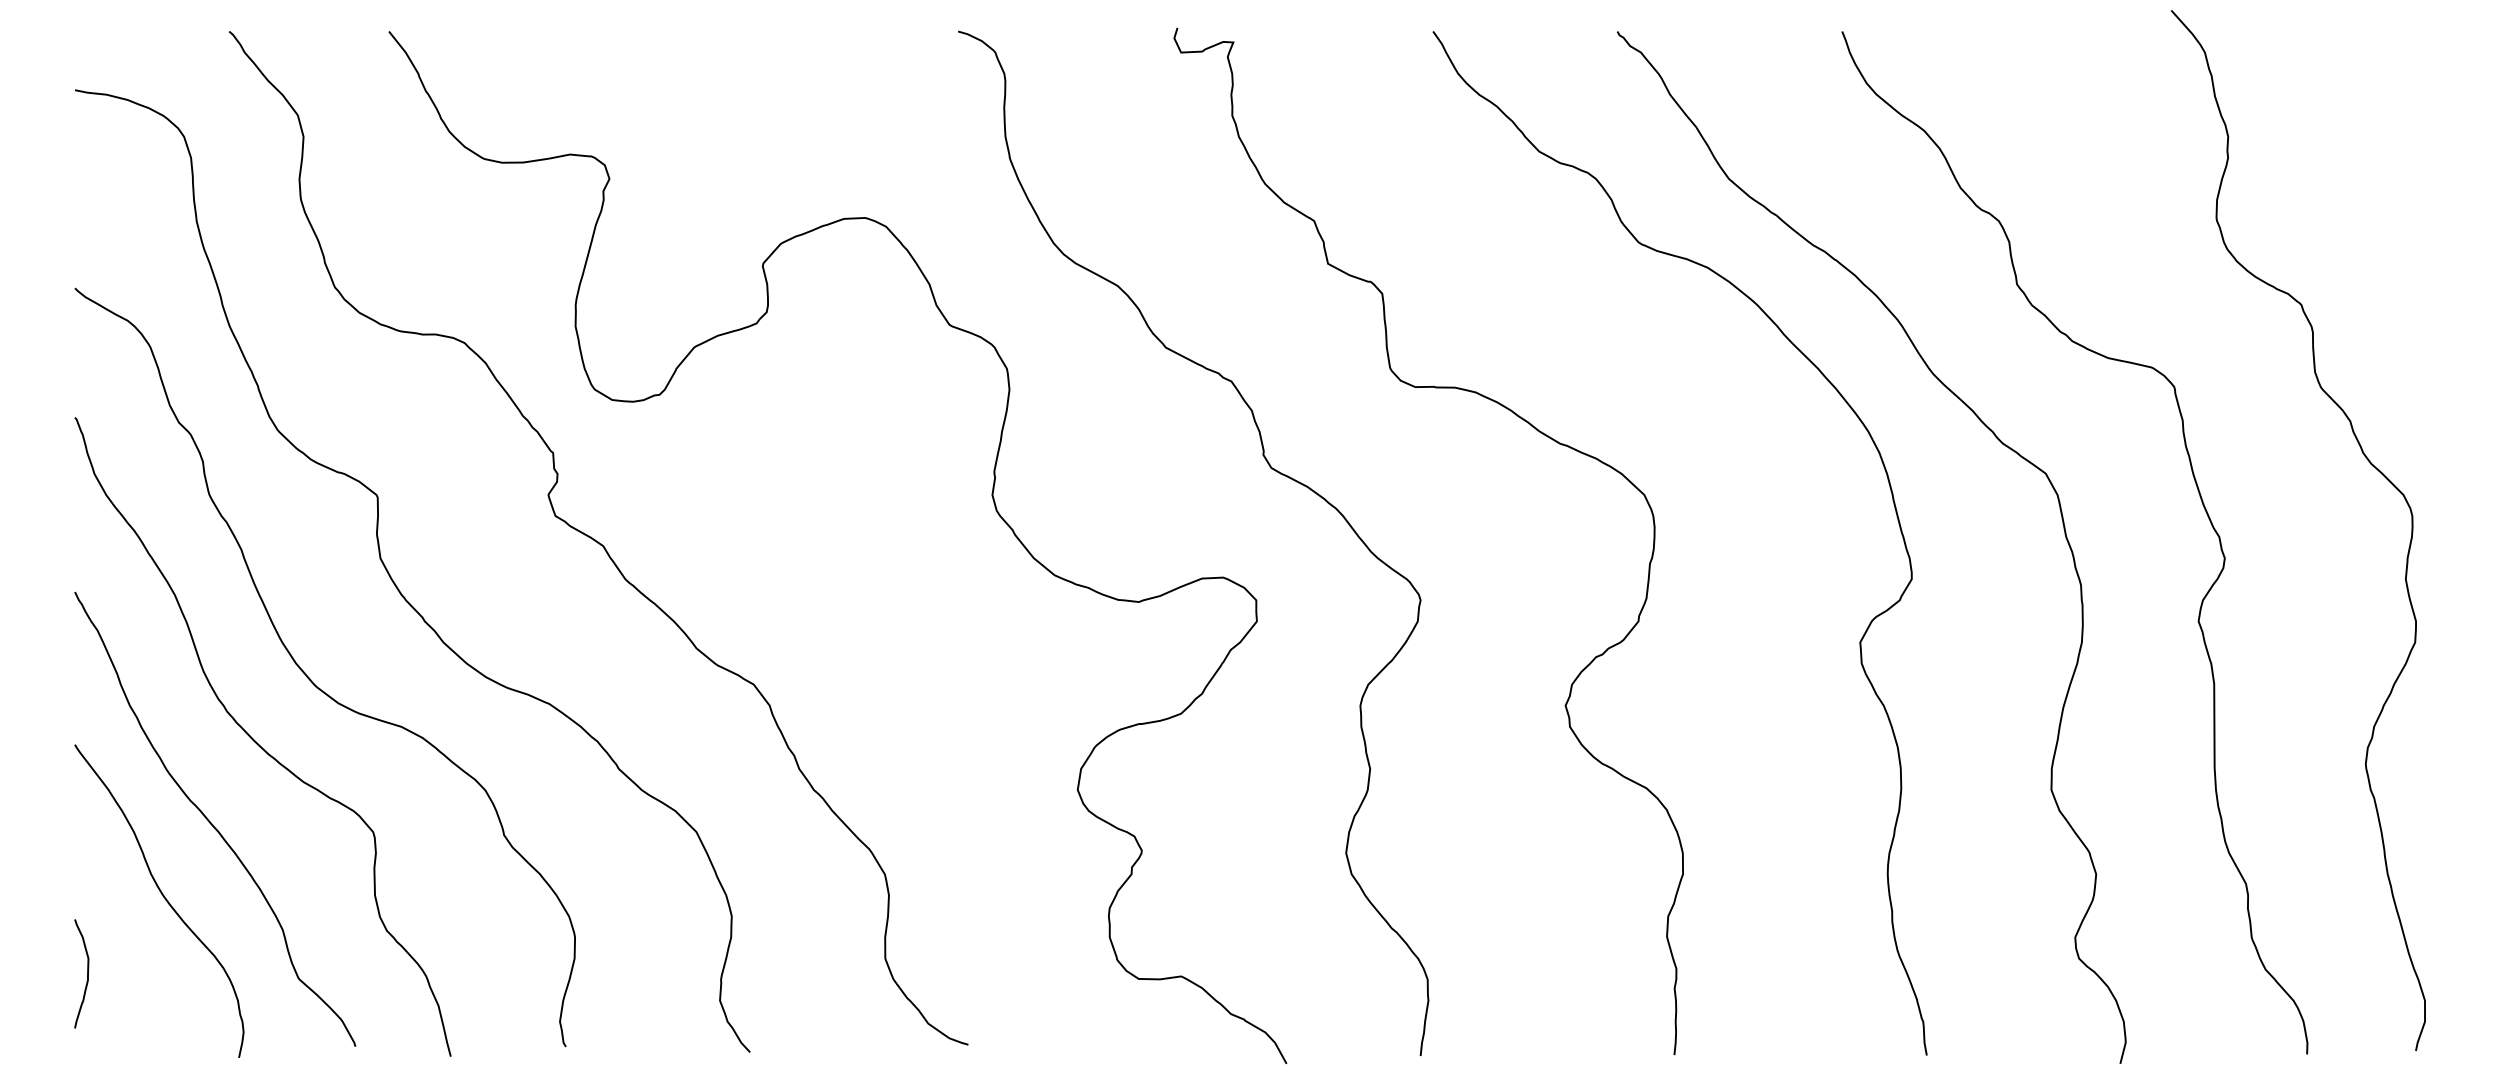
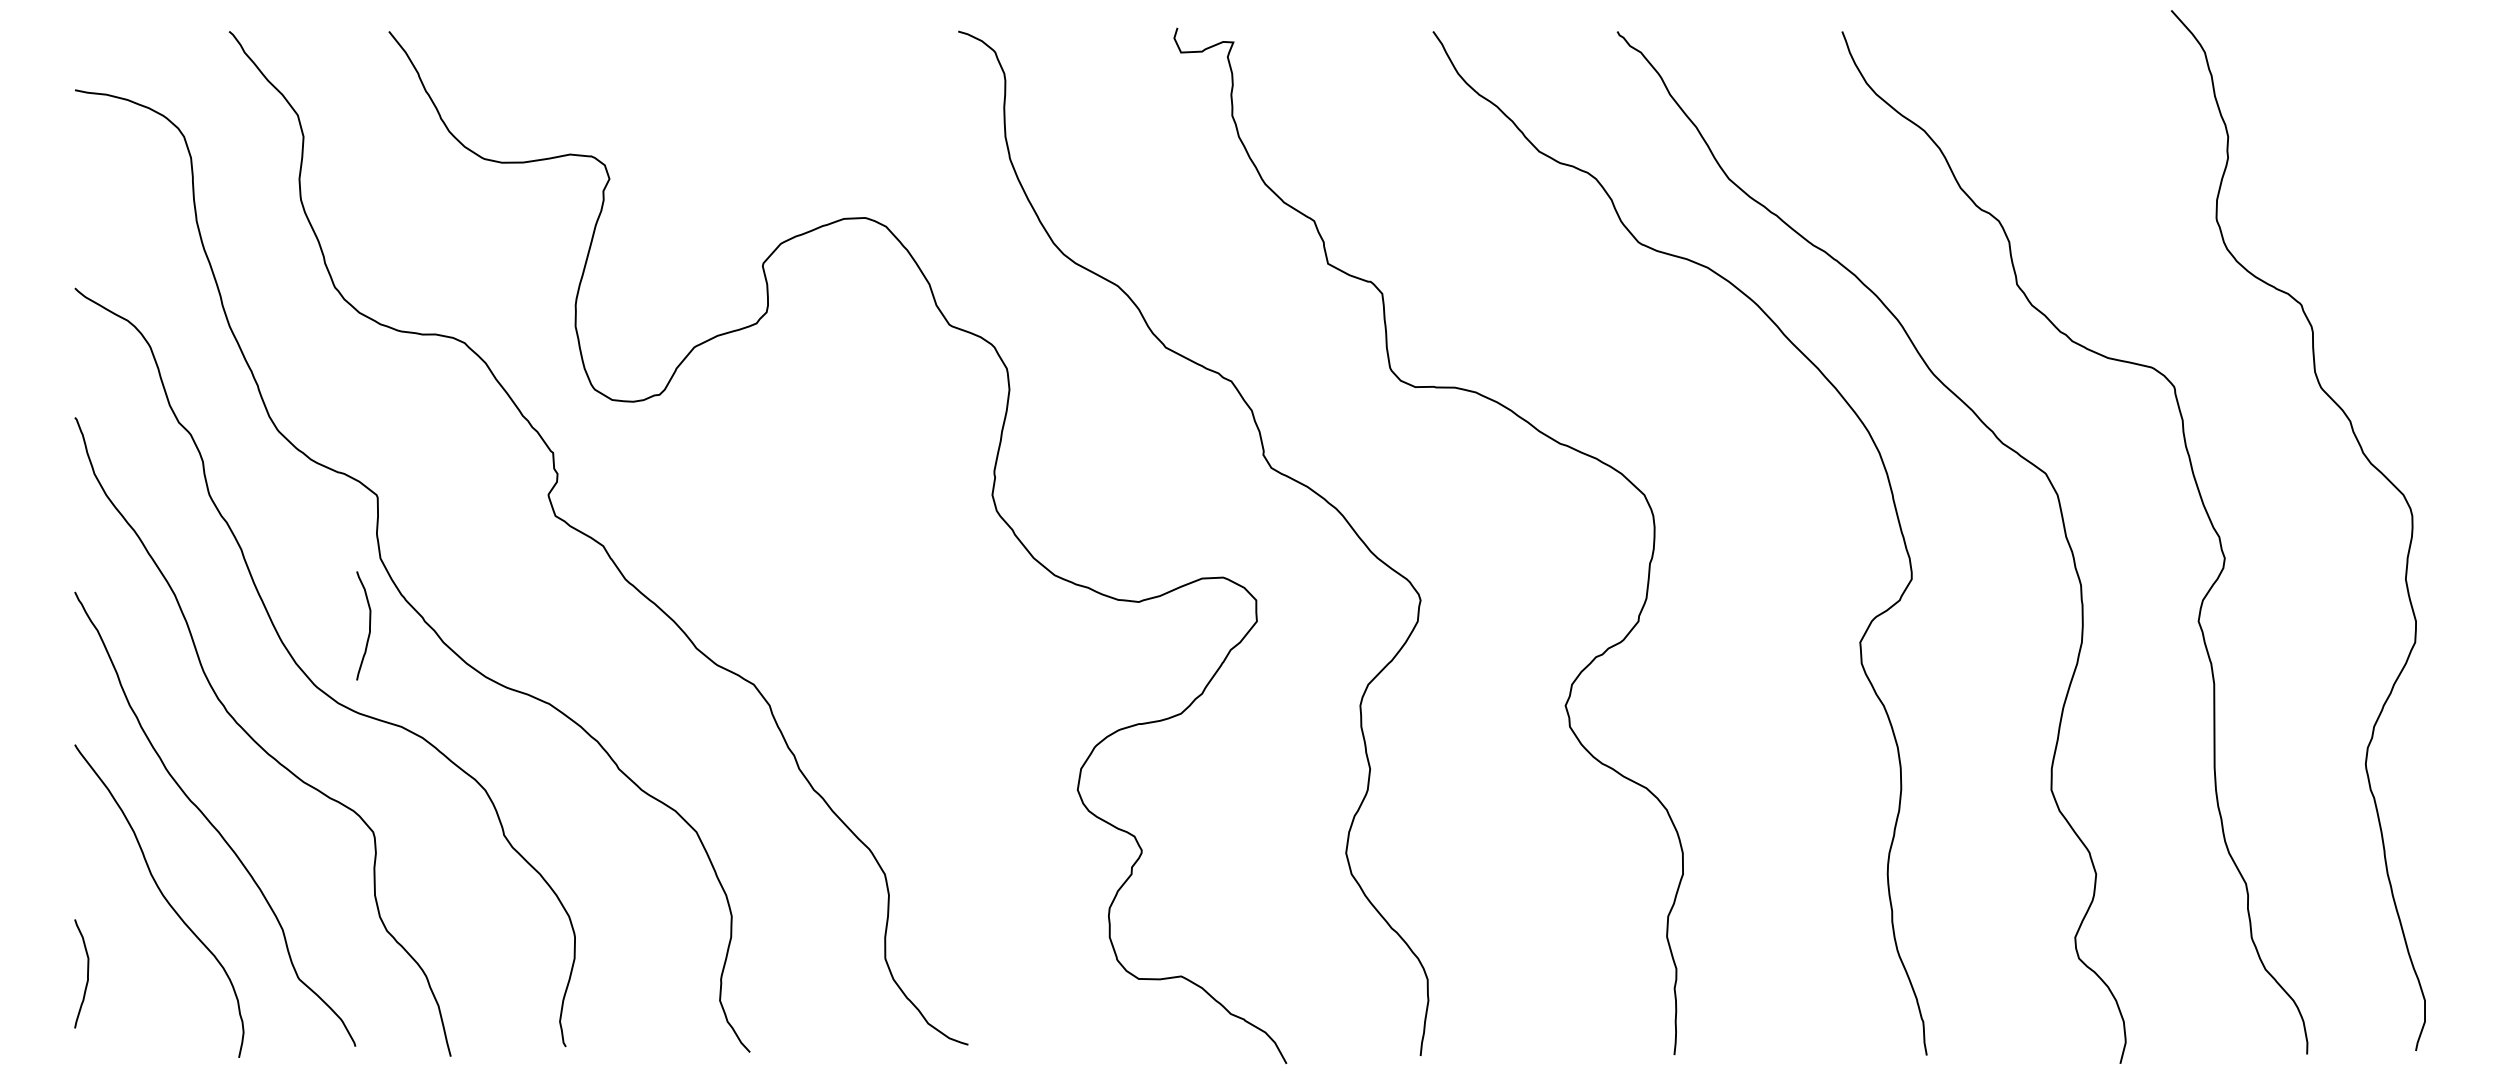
curve at (369, 625): none -> present
